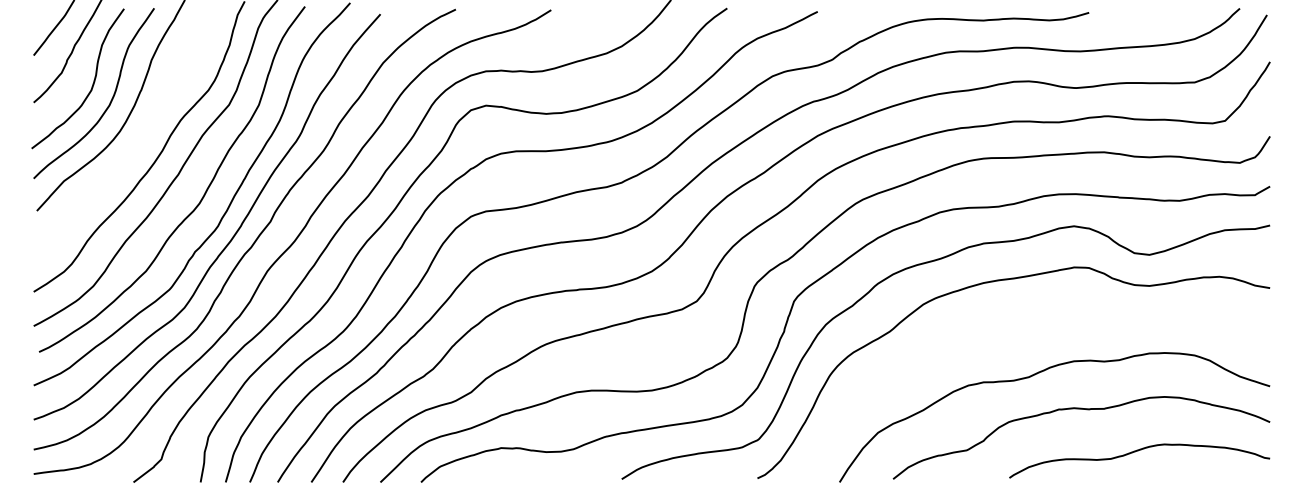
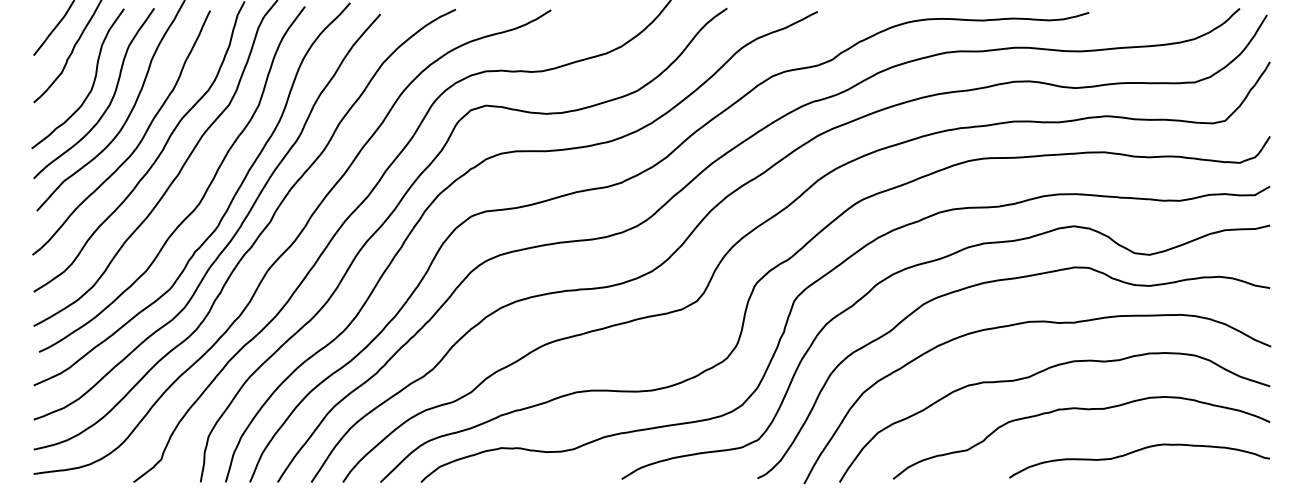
curve at (137, 144): none -> present
curve at (1021, 324): none -> present
